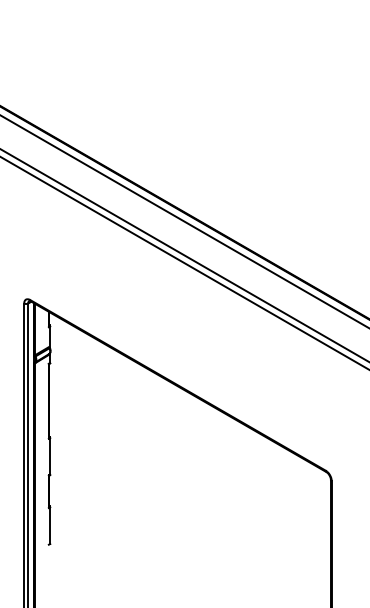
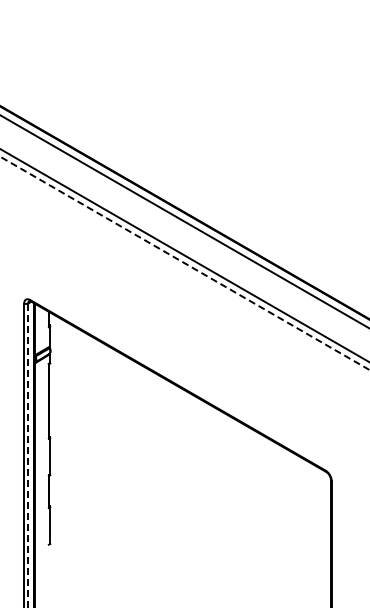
line at (184, 263): solid -> dashed
line at (28, 455): solid -> dashed
